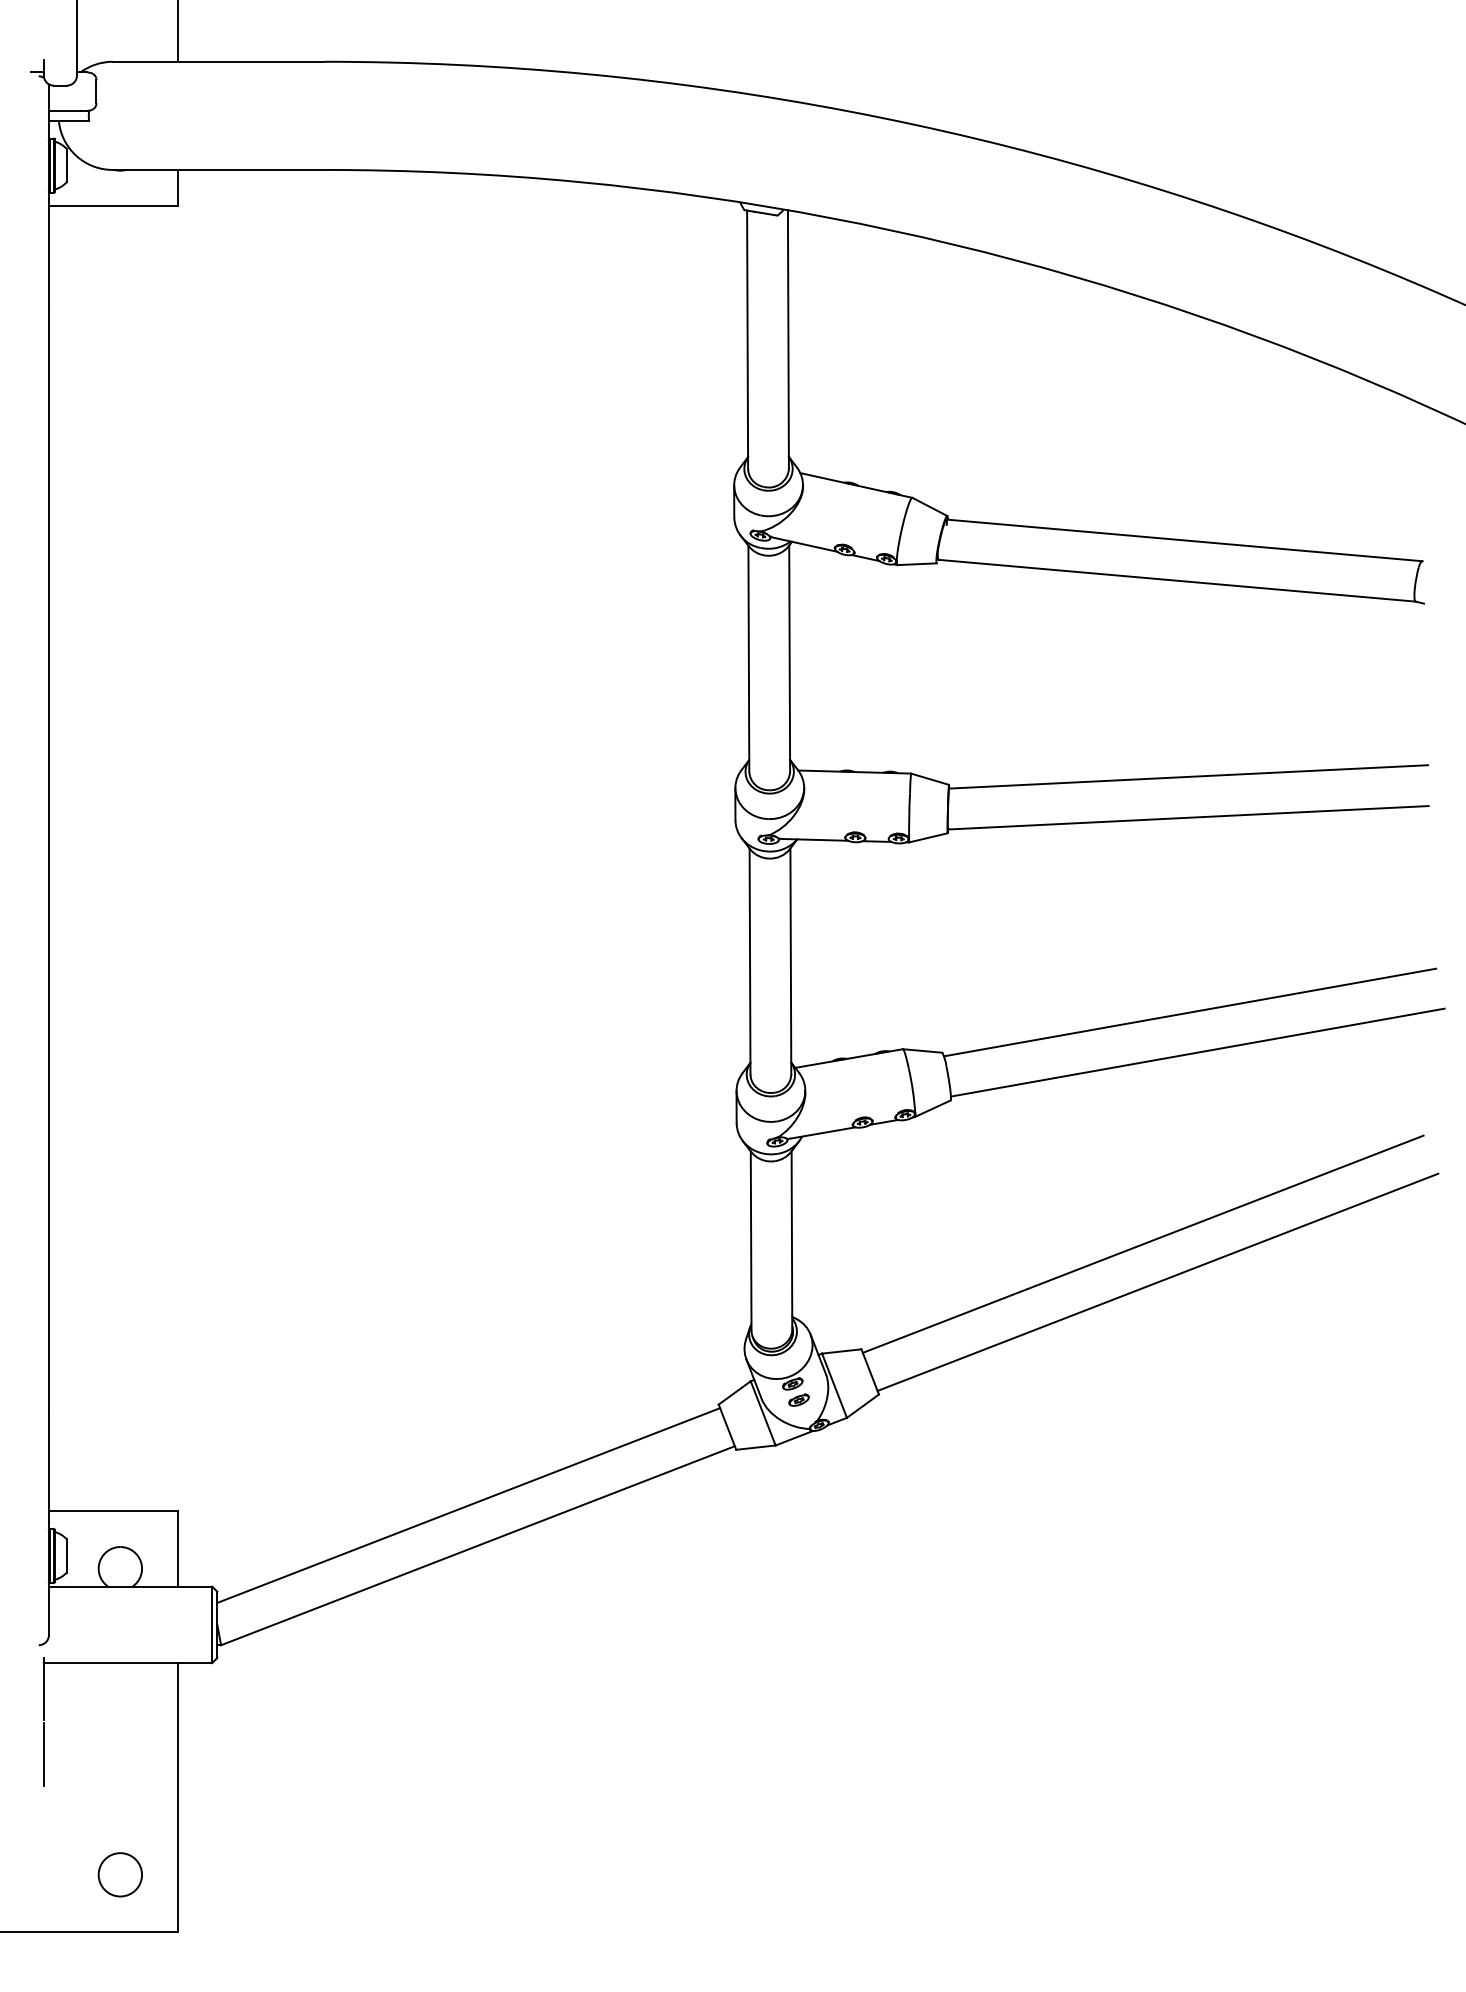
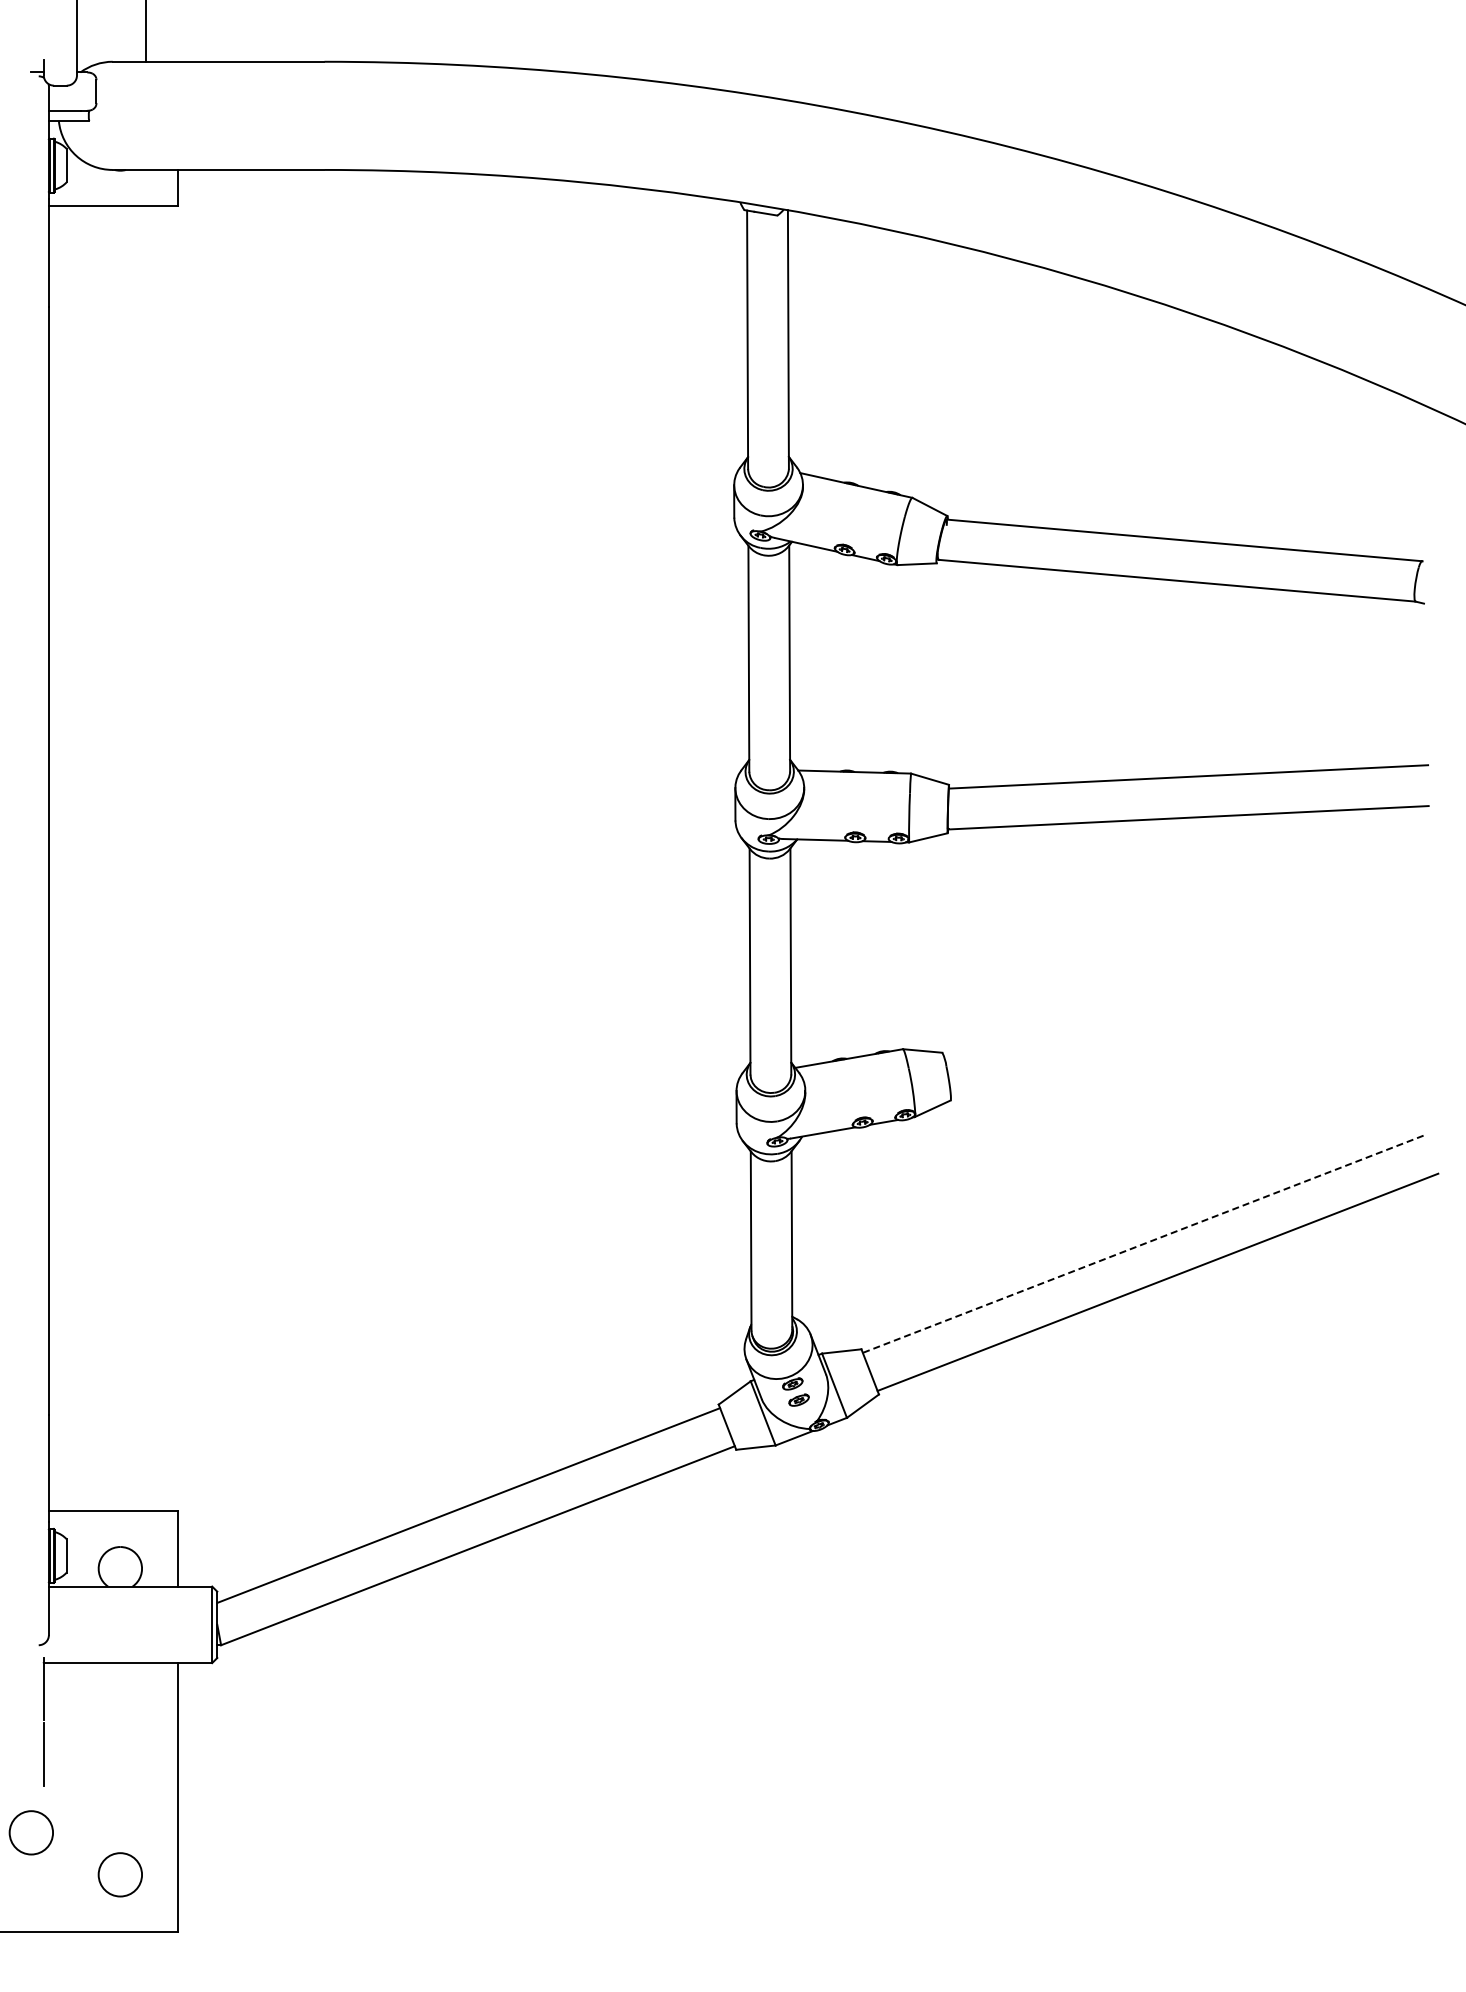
line at (177, 31) position: (177, 31) -> (145, 31)
line at (1189, 1012): present -> none
line at (1197, 1052): present -> none
line at (1143, 1244): solid -> dashed
circle at (30, 1832): none -> present
